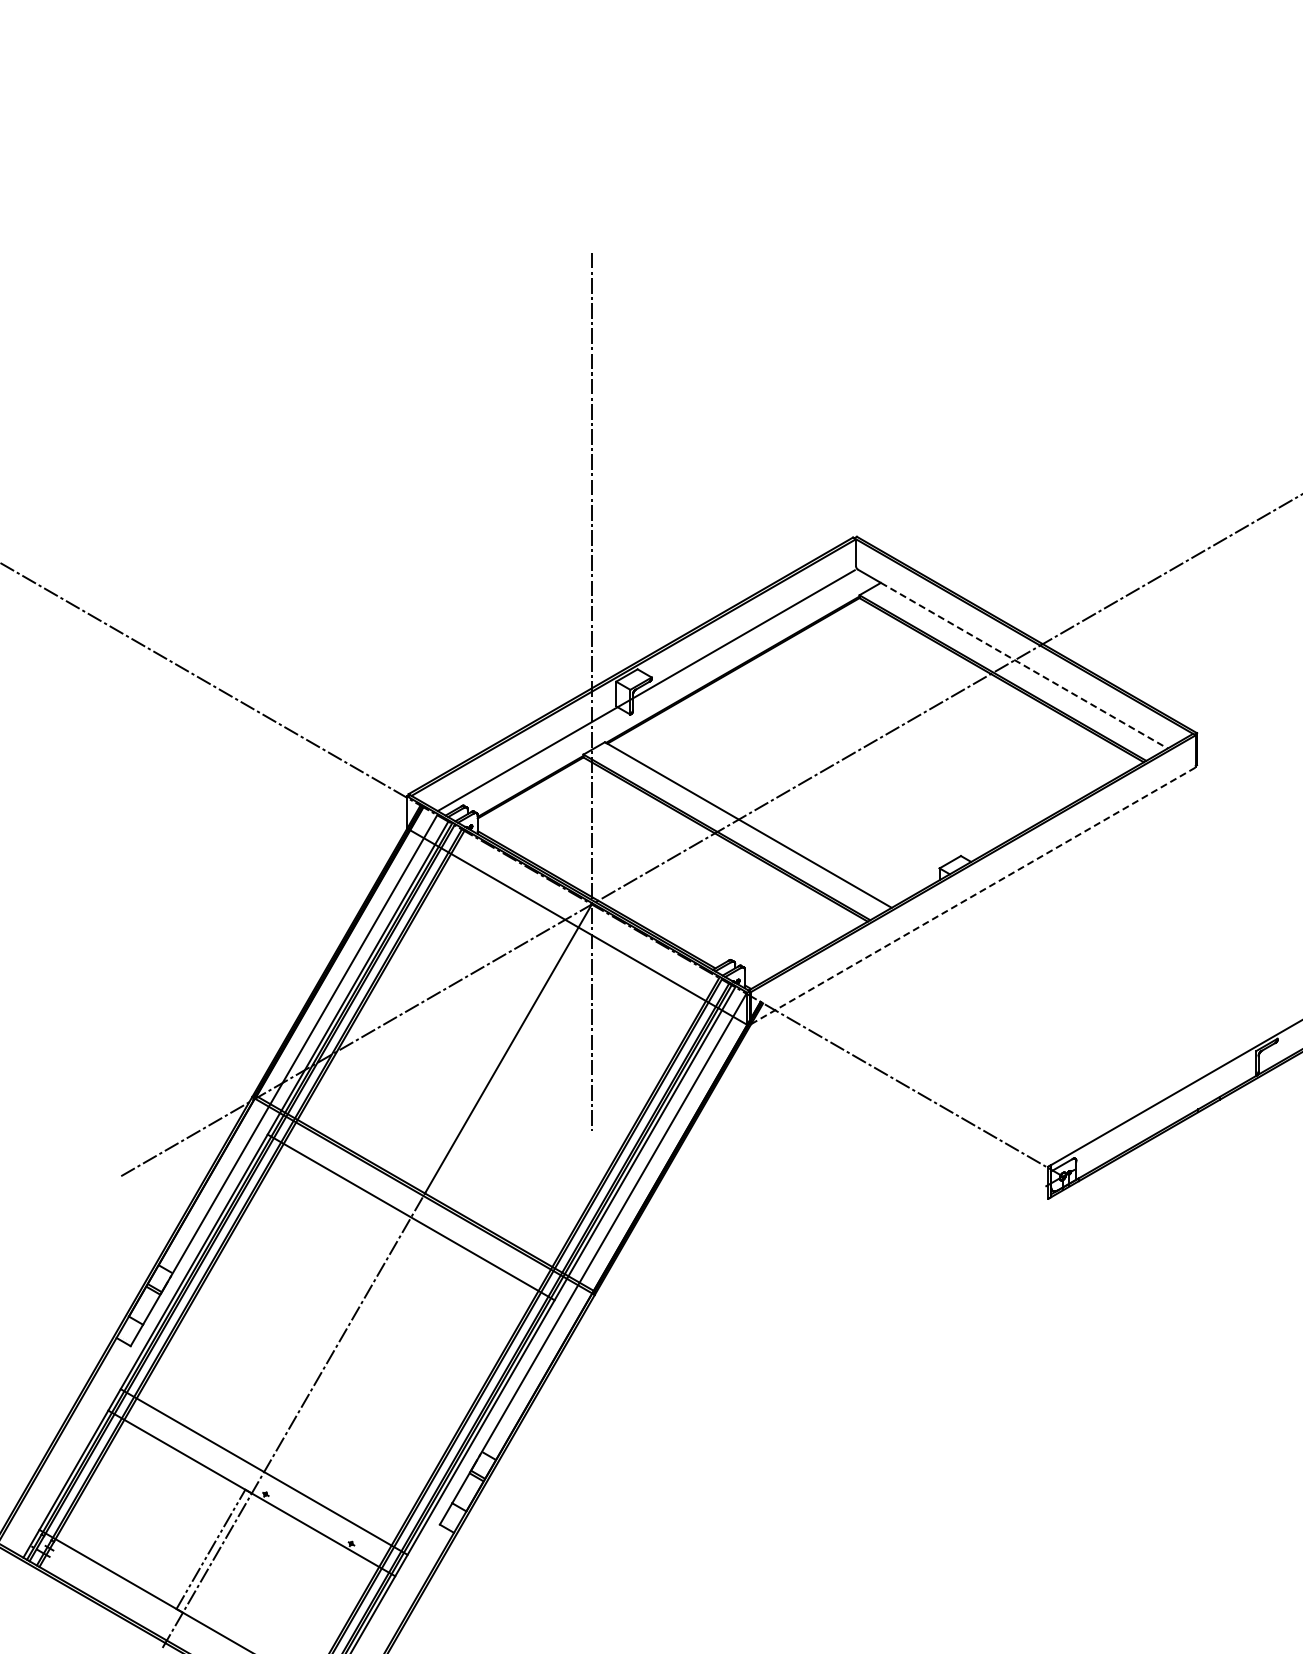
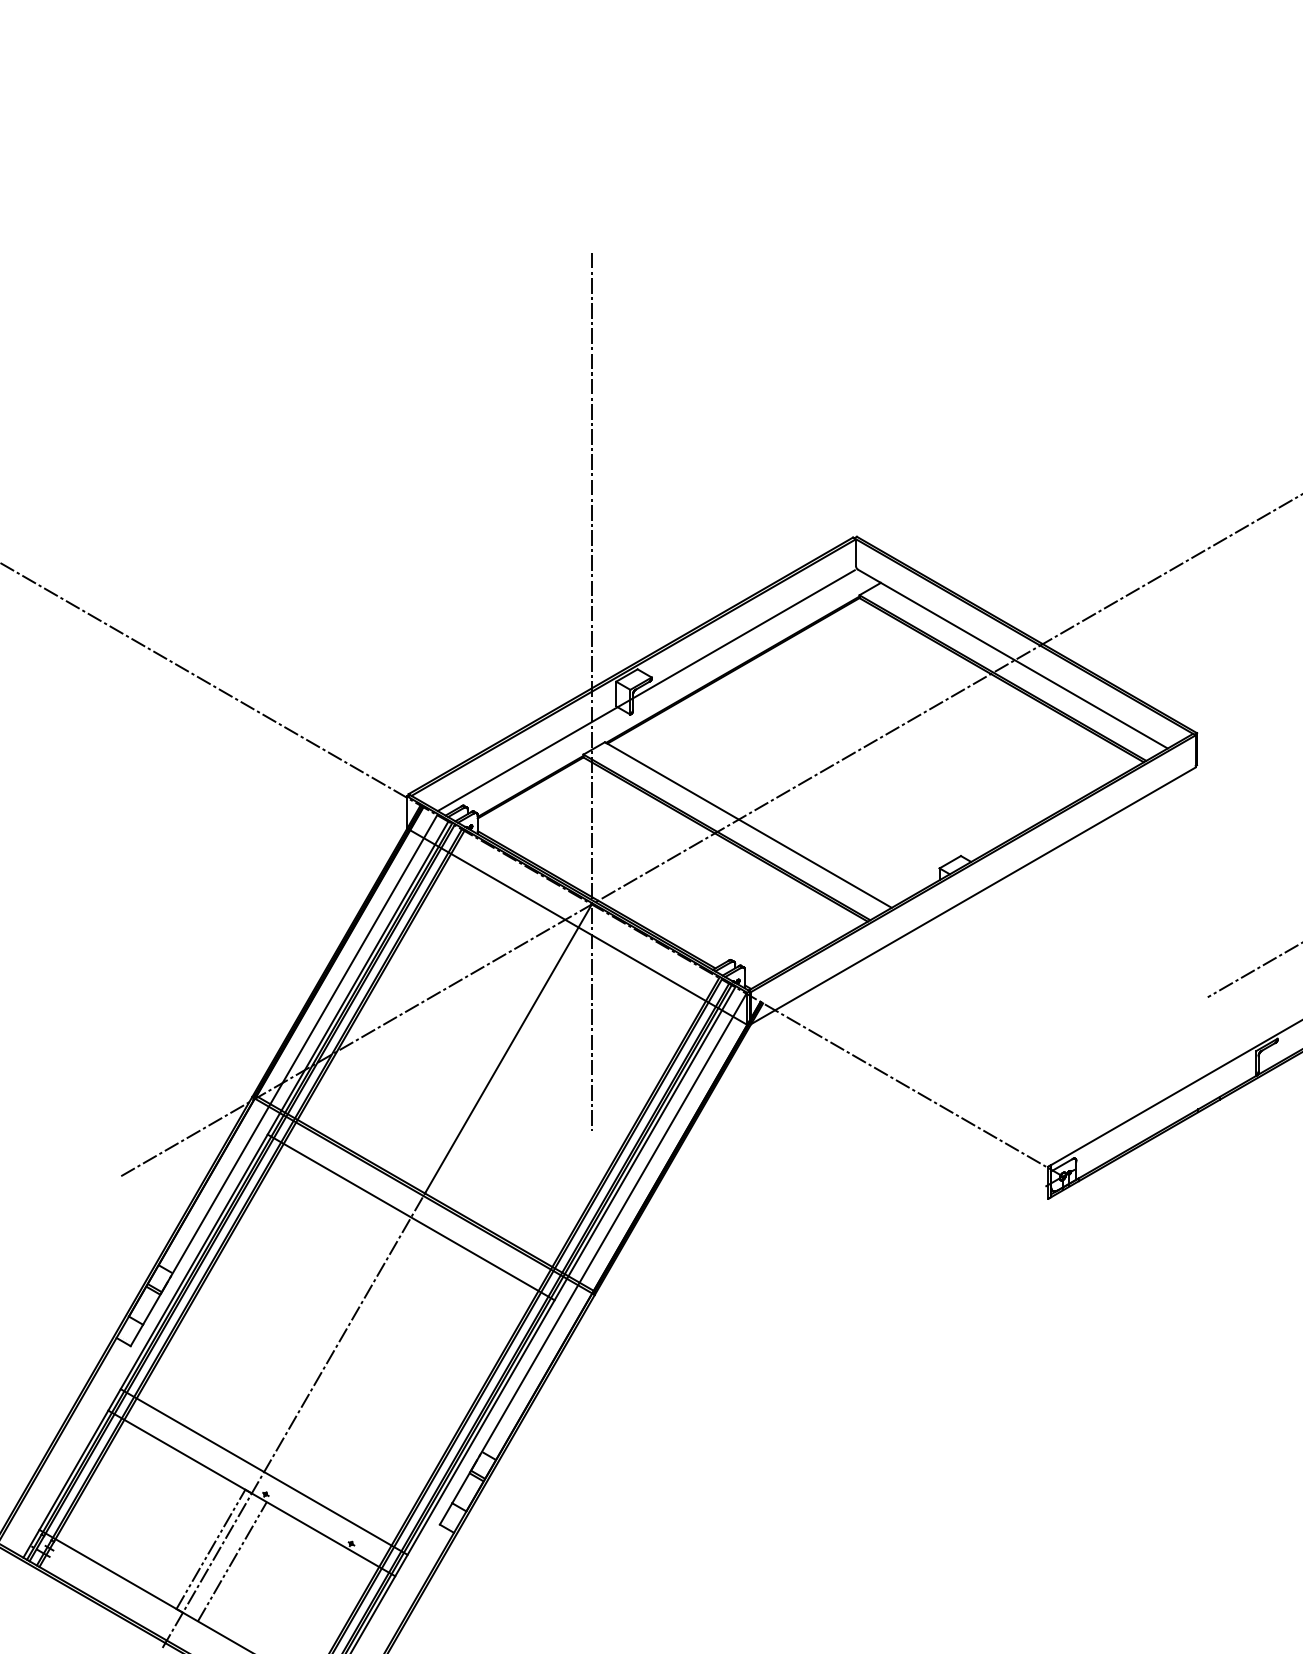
line at (1024, 665): dashed -> solid
line at (973, 895): dashed -> solid
line at (1253, 970): none -> present
line at (231, 1561): none -> present
